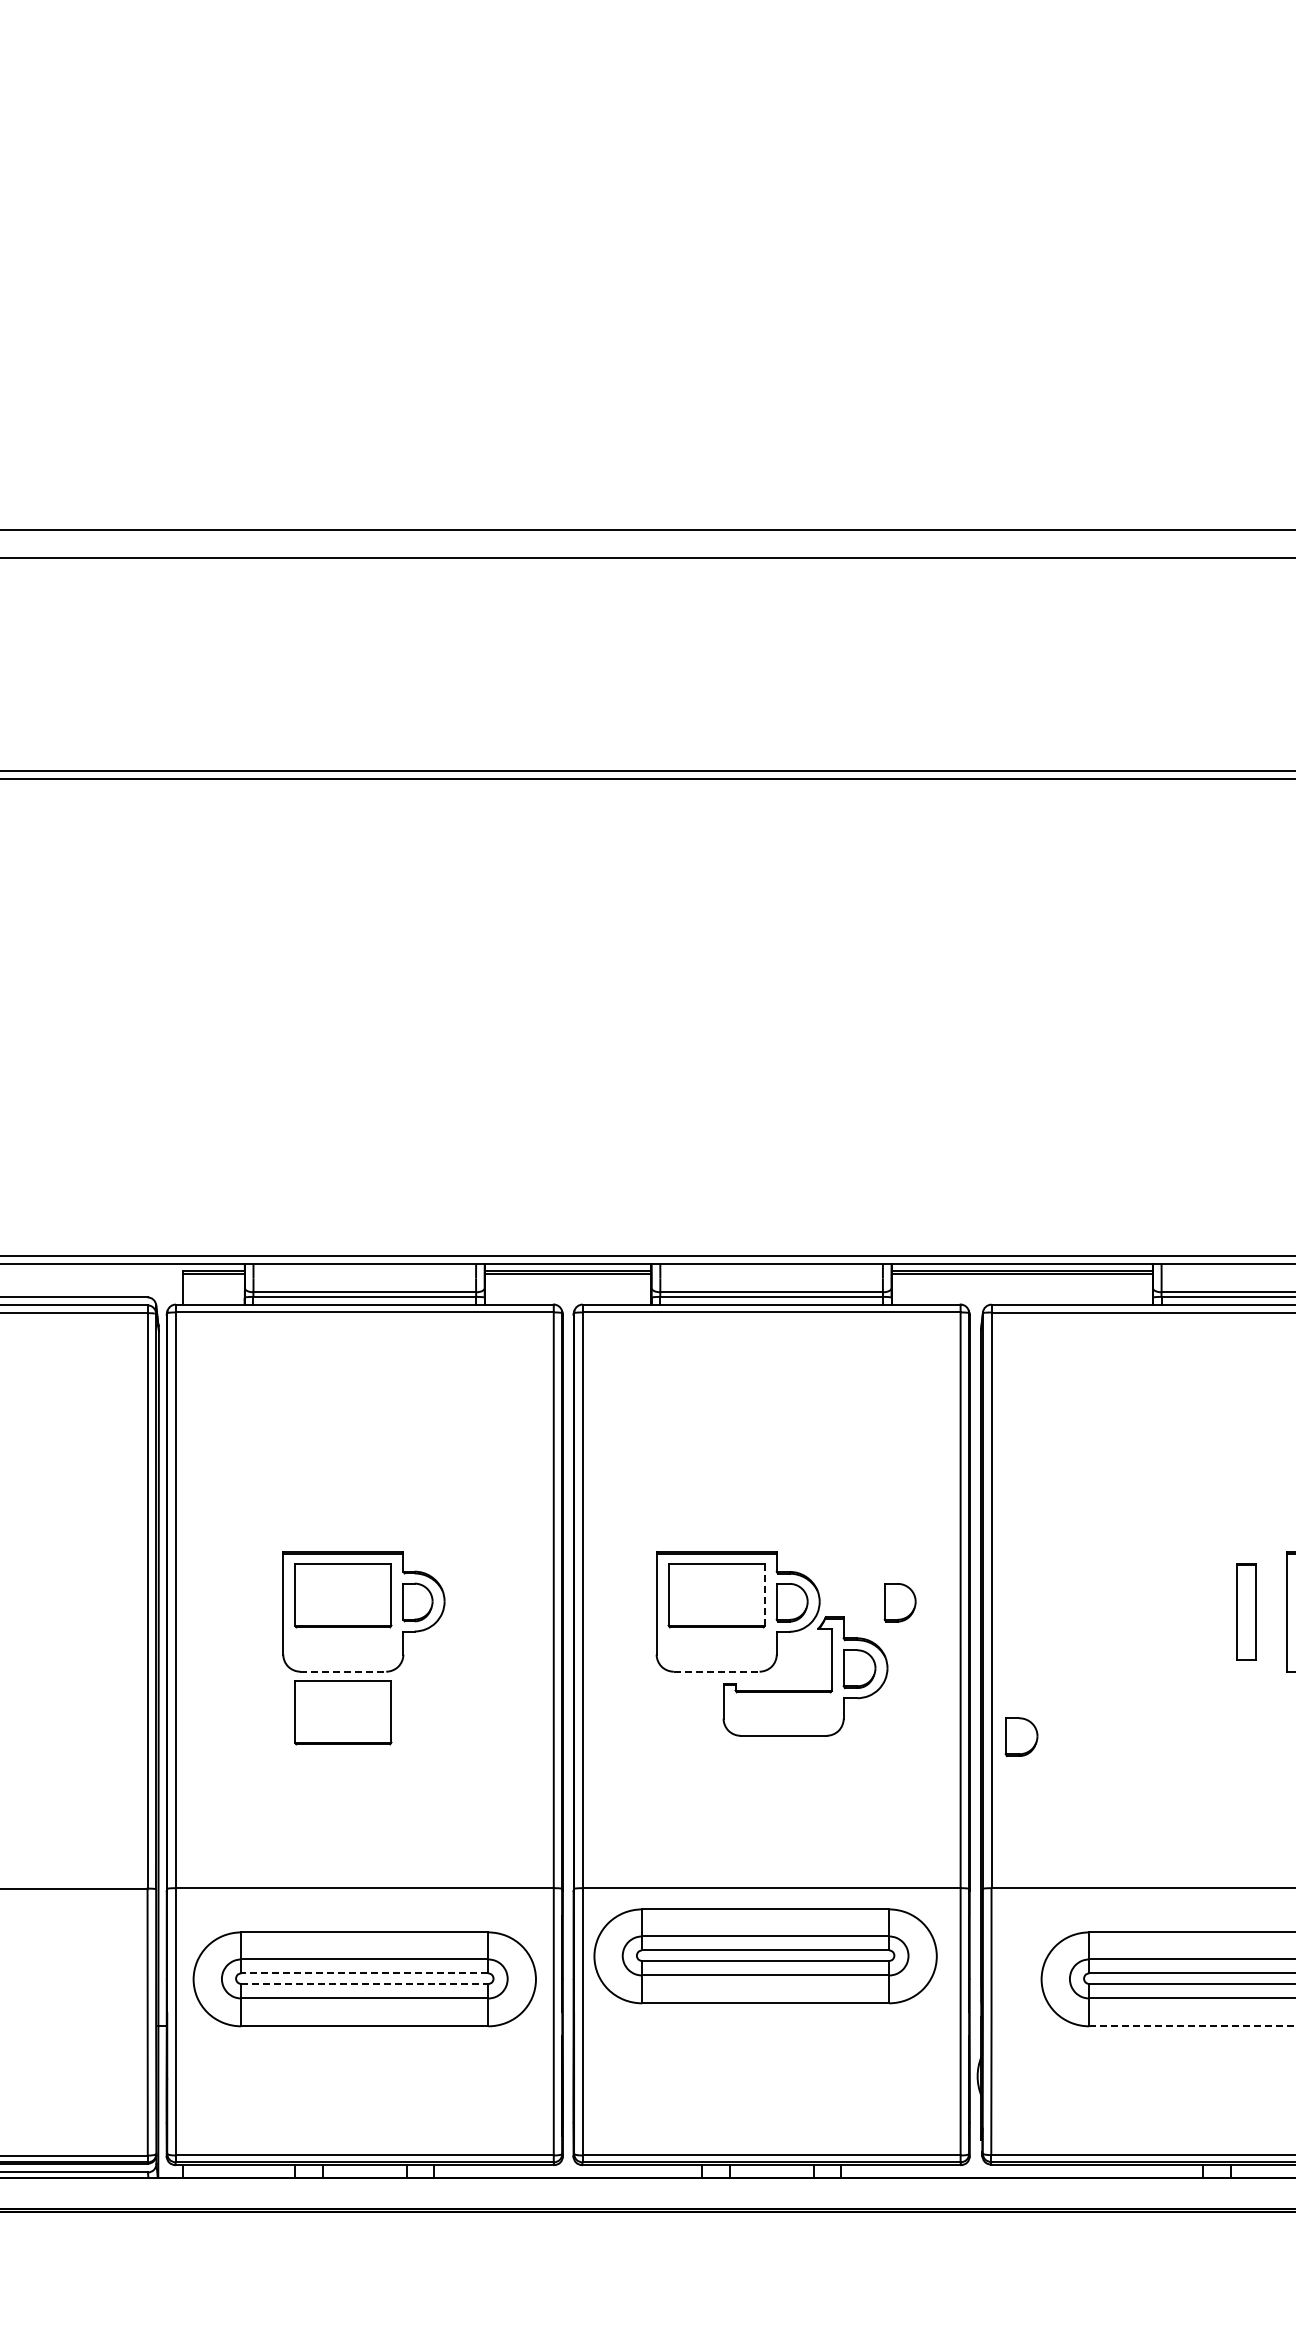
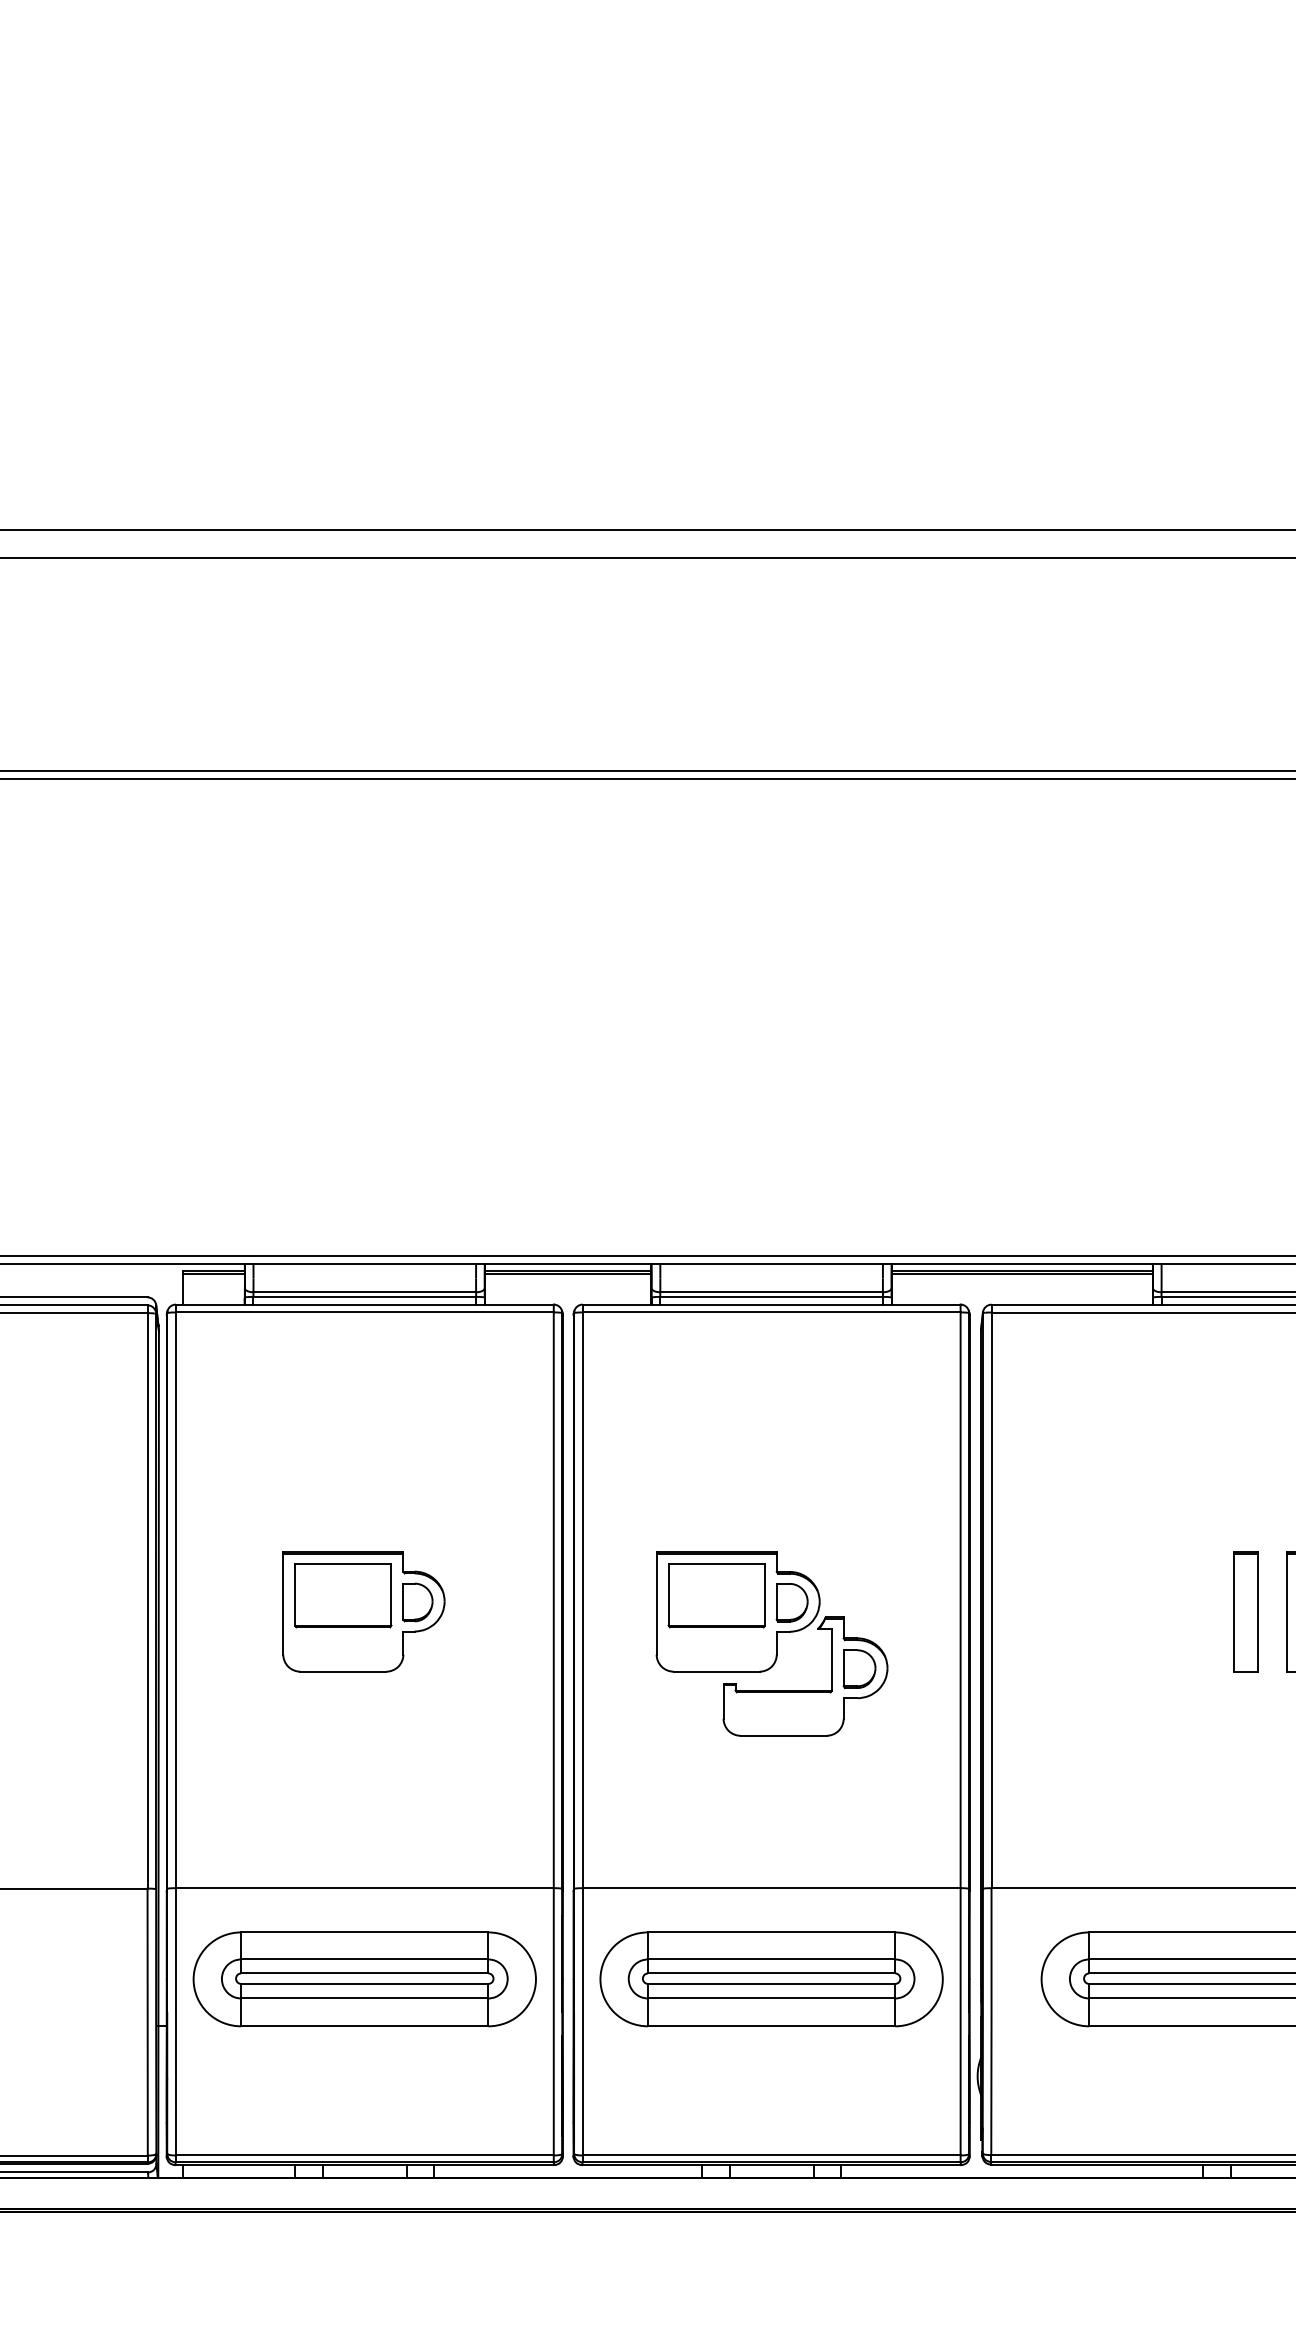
line at (764, 1594): dashed -> solid
part at (899, 1602): present -> none
part at (1246, 1611) size: 21x98 px -> 26x122 px
line at (343, 1671): dashed -> solid
line at (716, 1671): dashed -> solid
part at (343, 1712): present -> none
part at (1021, 1737): present -> none
part at (765, 1956) position: (765, 1956) -> (771, 1979)
line at (364, 1973): dashed -> solid
line at (364, 1983): dashed -> solid
line at (1193, 2026): dashed -> solid
